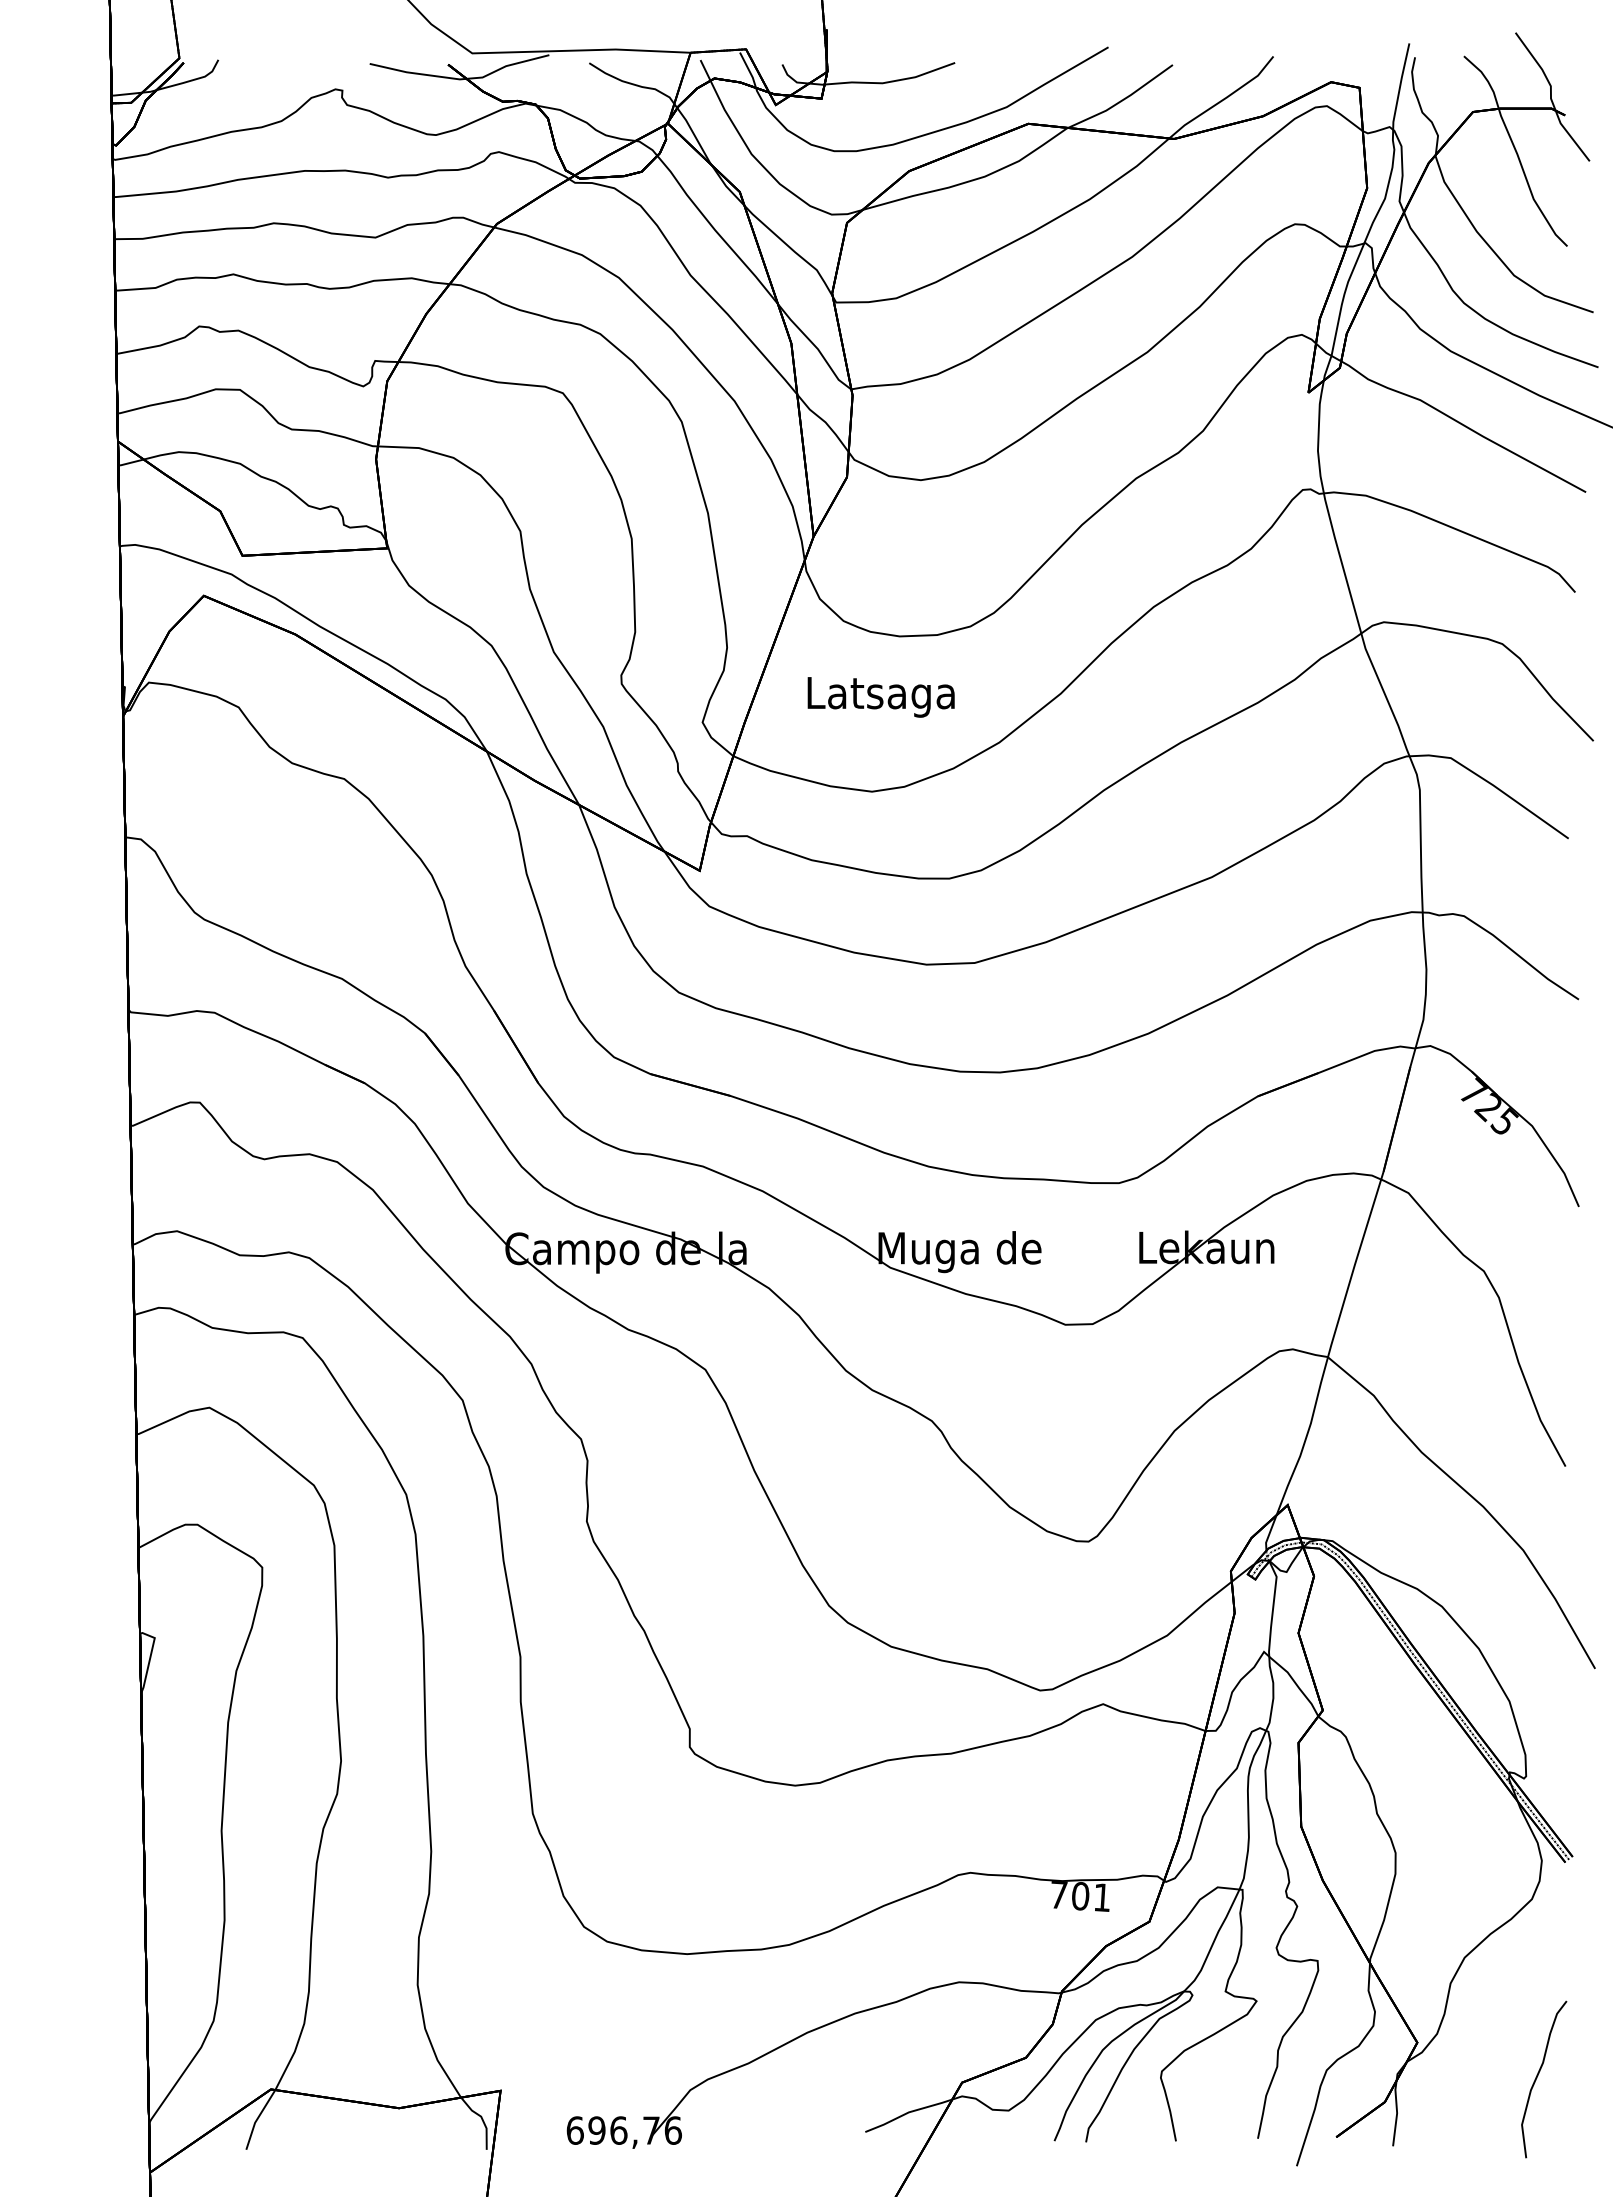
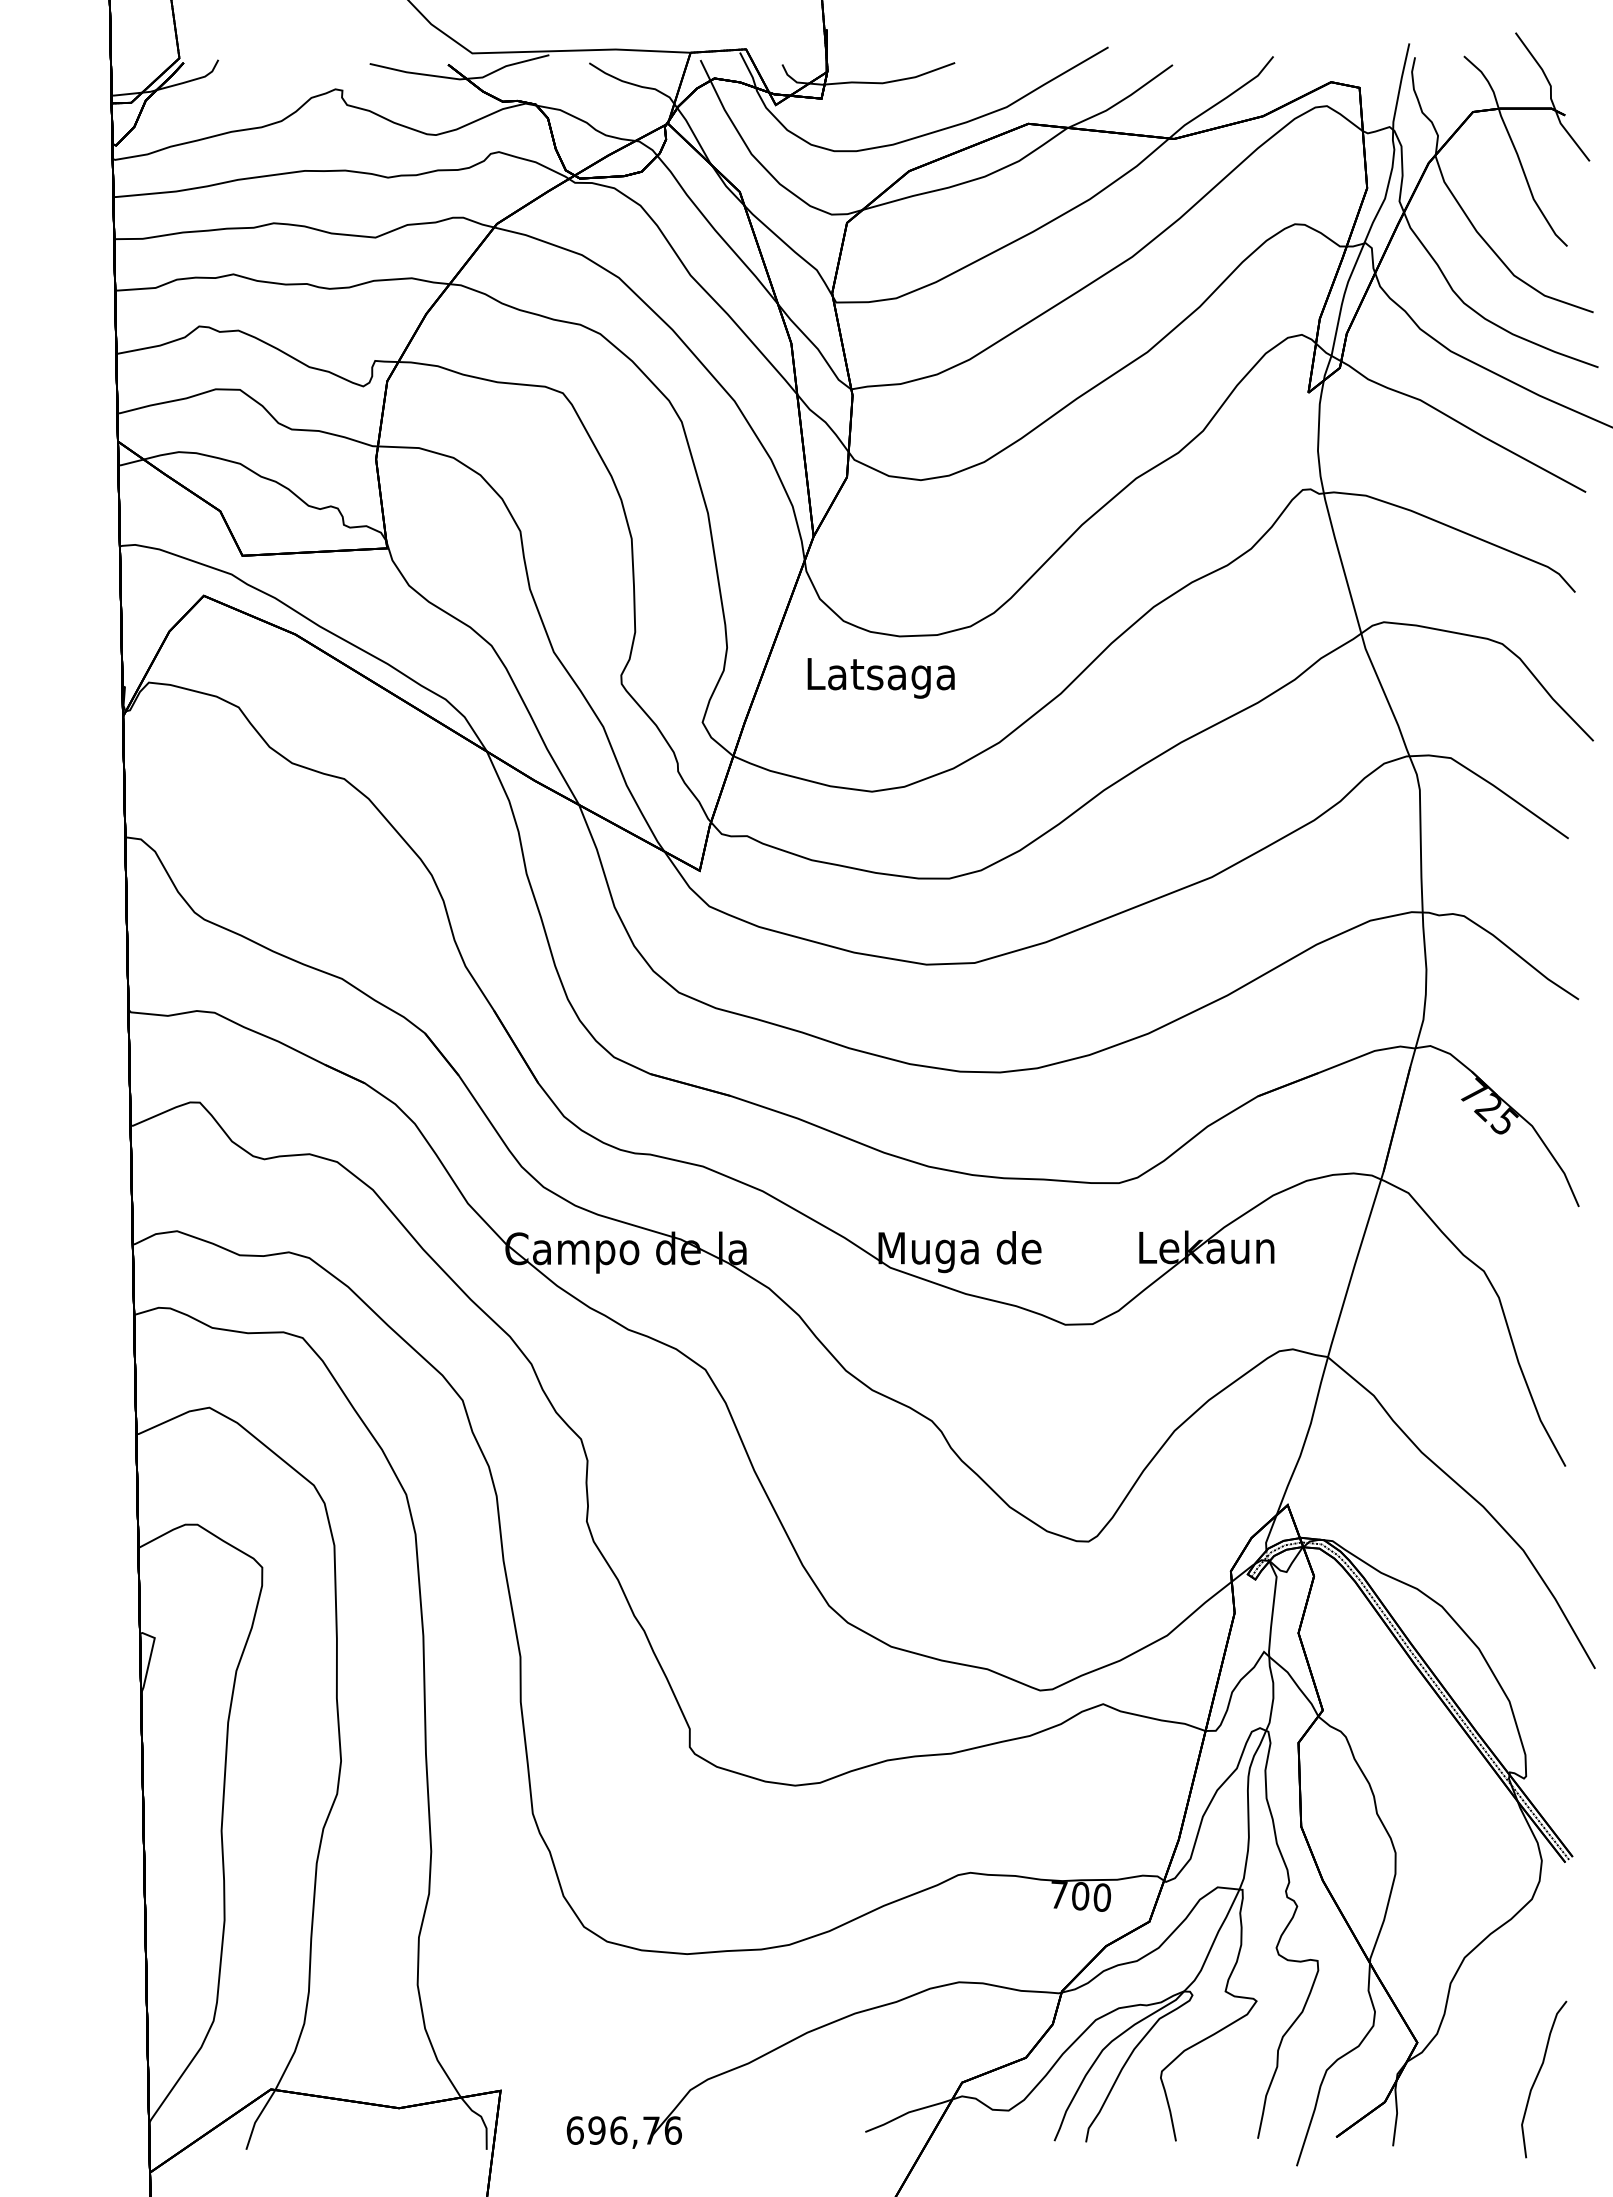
text at (880, 697) position: (880, 697) -> (880, 678)
text at (1102, 1897): 701 -> 700
